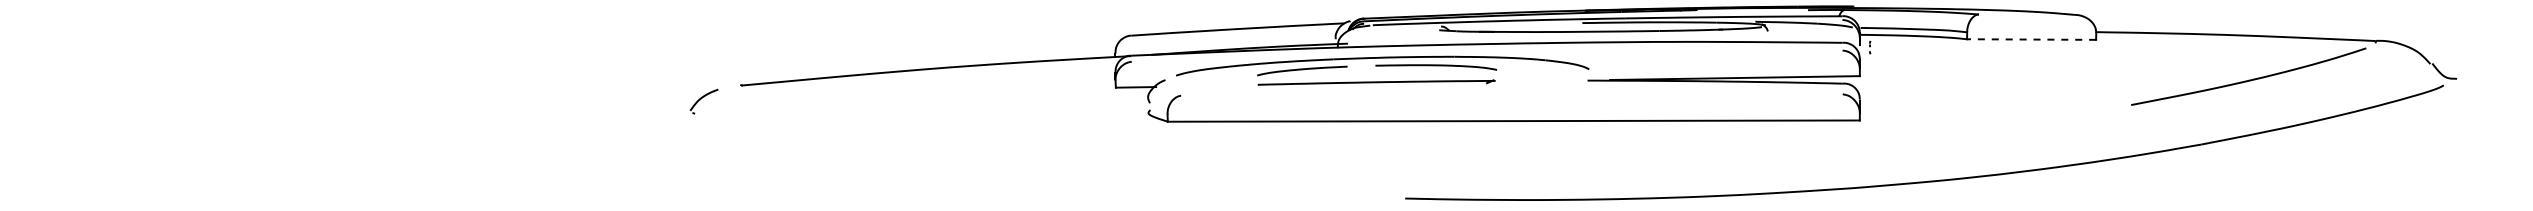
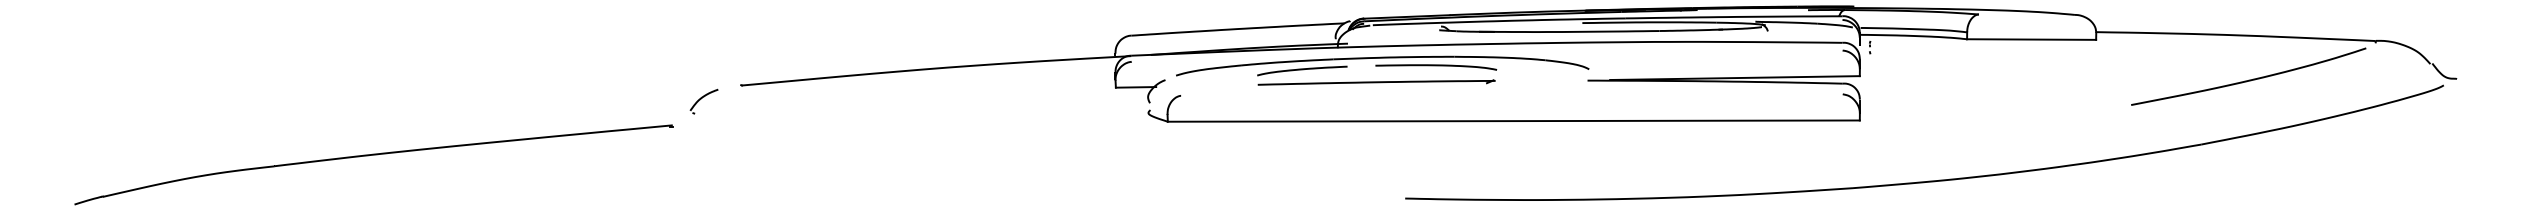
line at (2031, 39): dashed -> solid
part at (373, 155): none -> present
